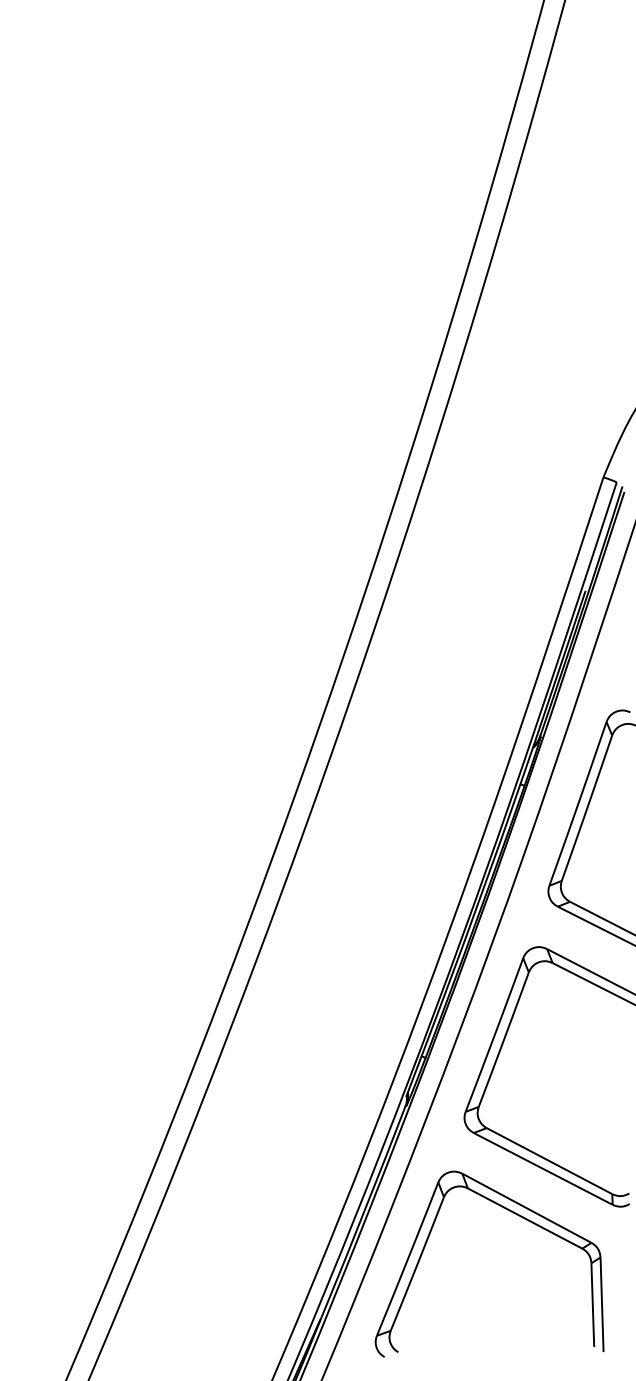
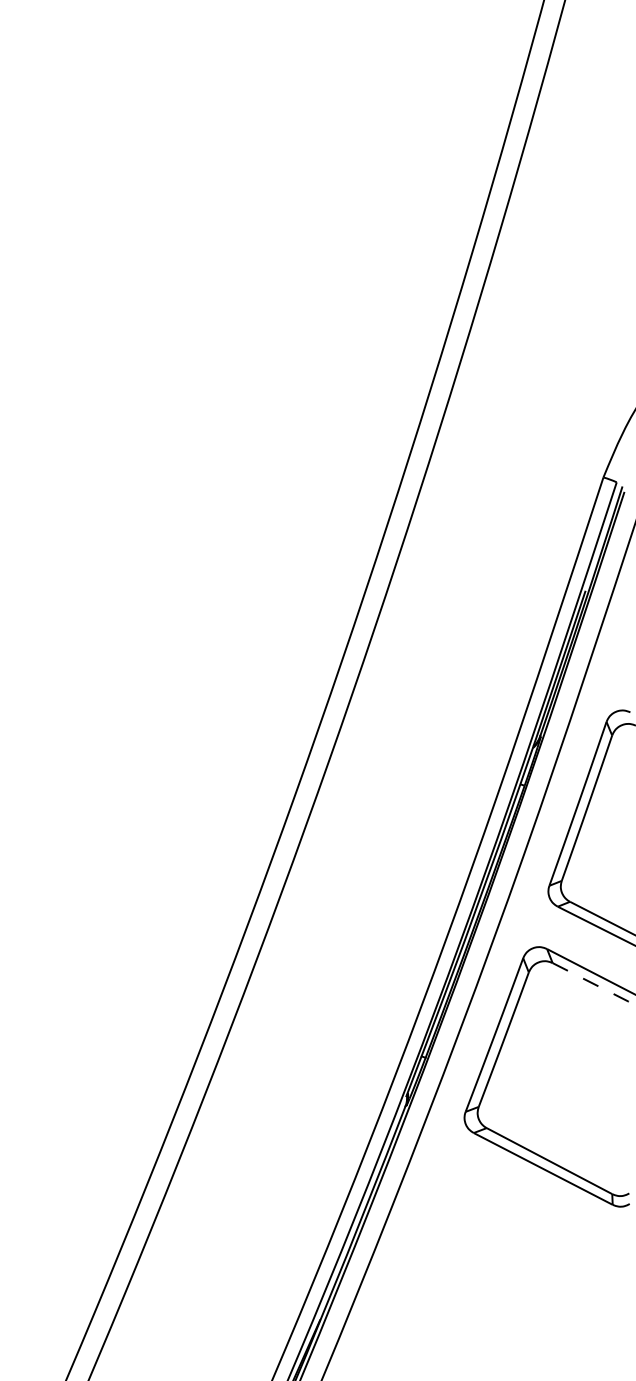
line at (594, 984): solid -> dashed
part at (516, 1215): present -> none
